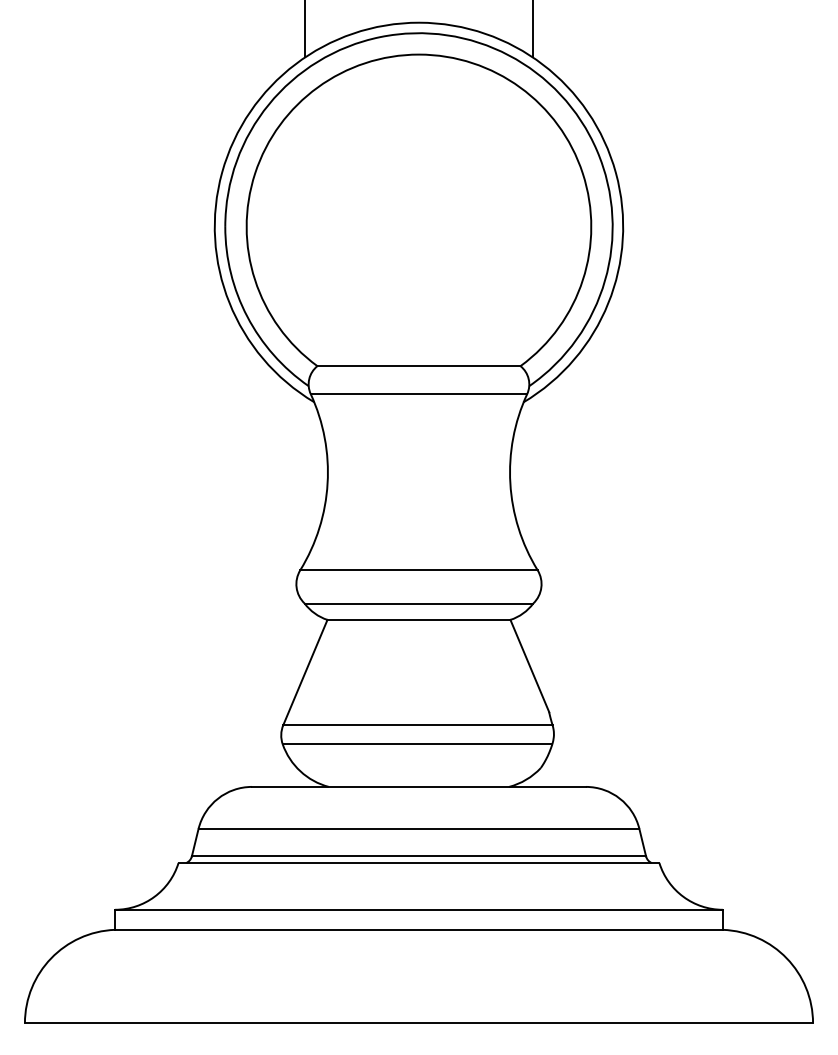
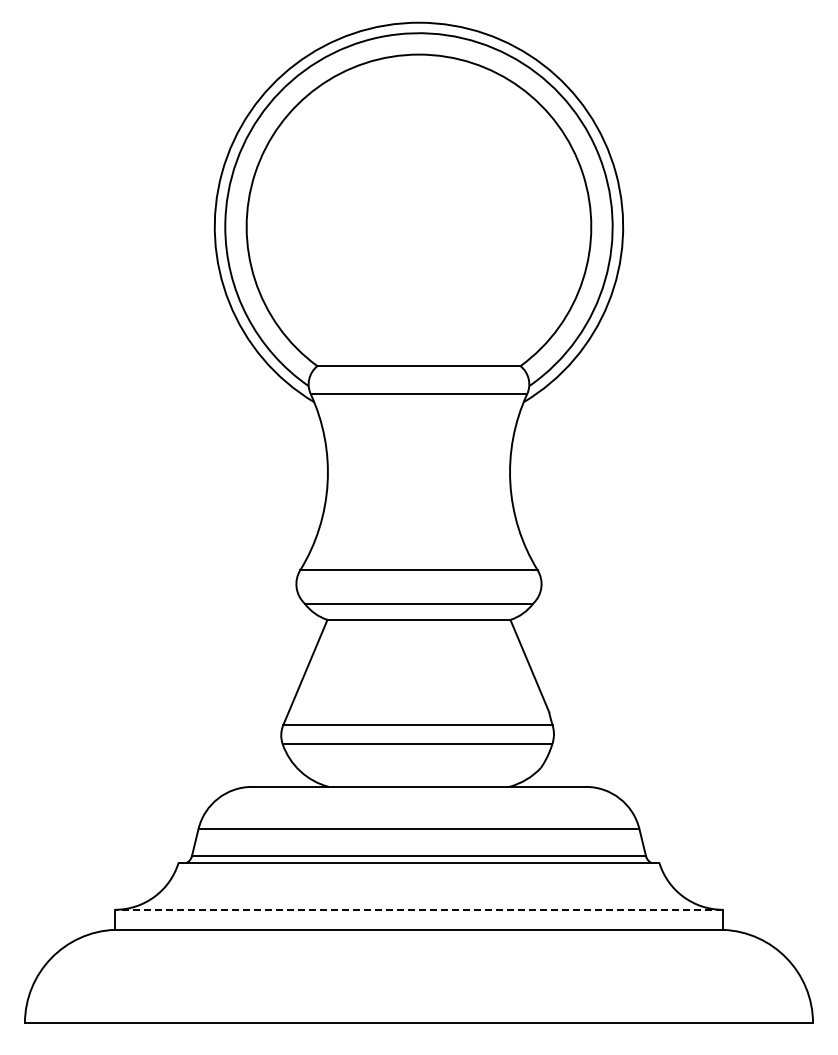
line at (305, 29): present -> none
line at (532, 29): present -> none
line at (418, 909): solid -> dashed
